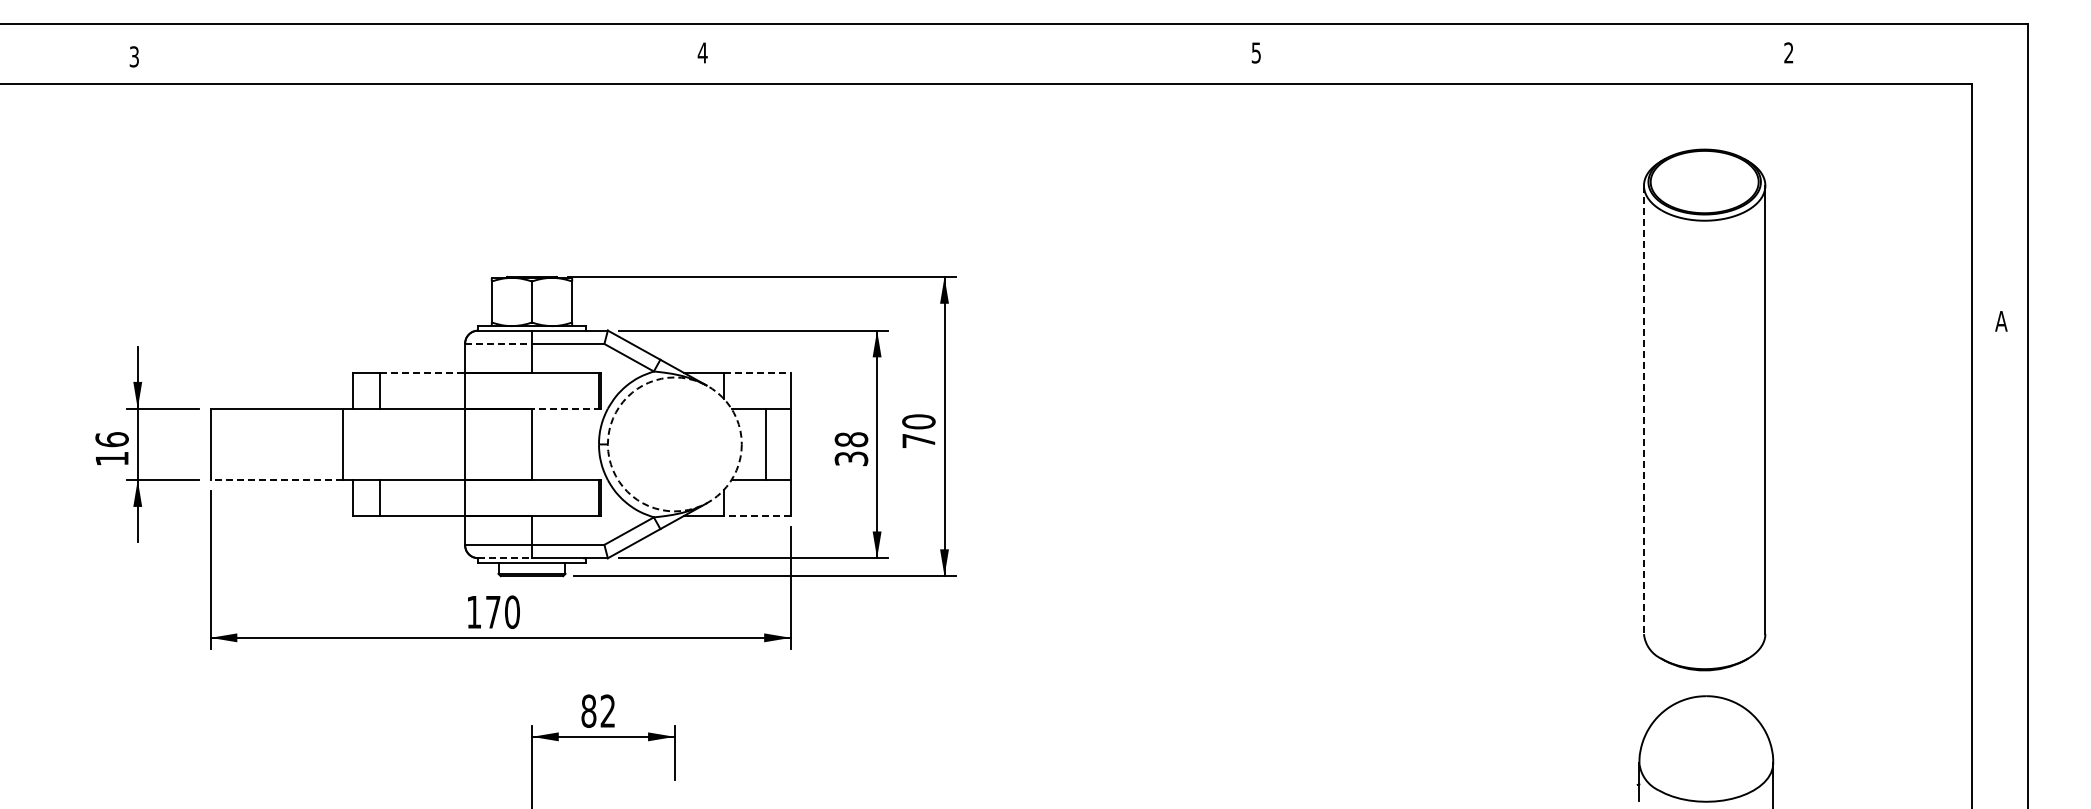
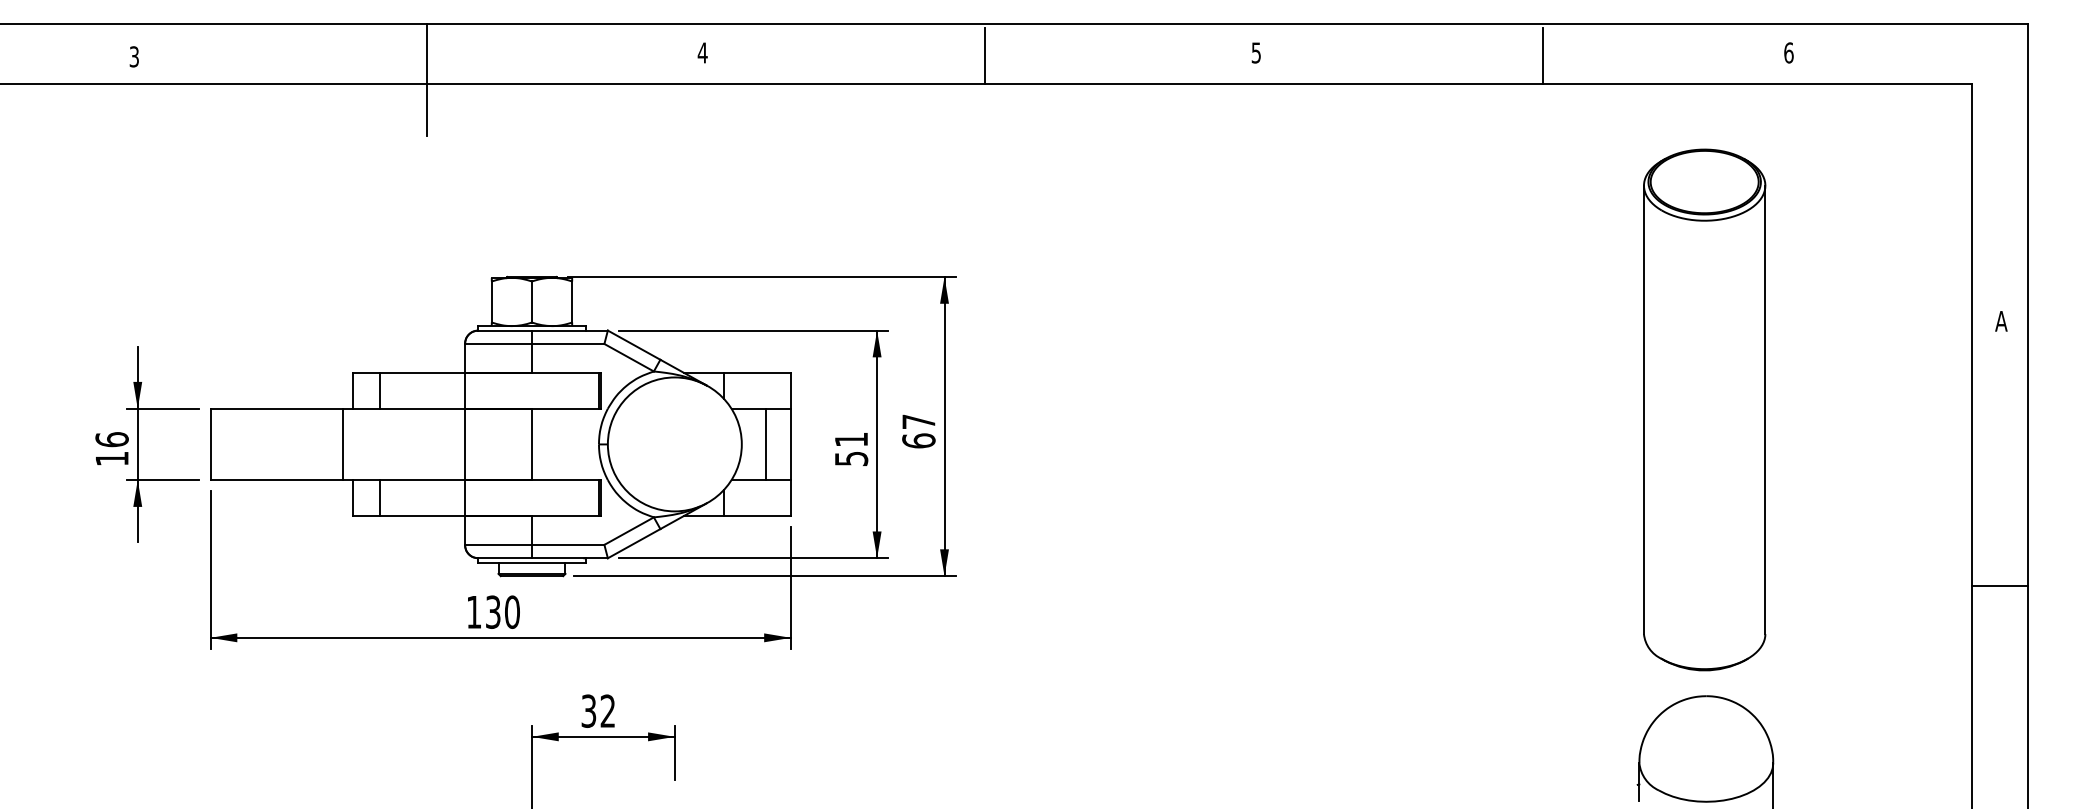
text at (1788, 52): 2 -> 6
line at (984, 55): none -> present
line at (1542, 55): none -> present
line at (426, 79): none -> present
line at (499, 343): dashed -> solid
line at (422, 373): dashed -> solid
line at (757, 373): dashed -> solid
line at (565, 408): dashed -> solid
line at (1643, 410): dashed -> solid
text at (918, 431): 70 -> 67
circle at (674, 444): dashed -> solid
text at (851, 448): 38 -> 51
line at (276, 480): dashed -> solid
line at (756, 515): dashed -> solid
line at (505, 558): dashed -> solid
line at (2000, 585): none -> present
text at (493, 611): 170 -> 130
text at (588, 710): 82 -> 32
